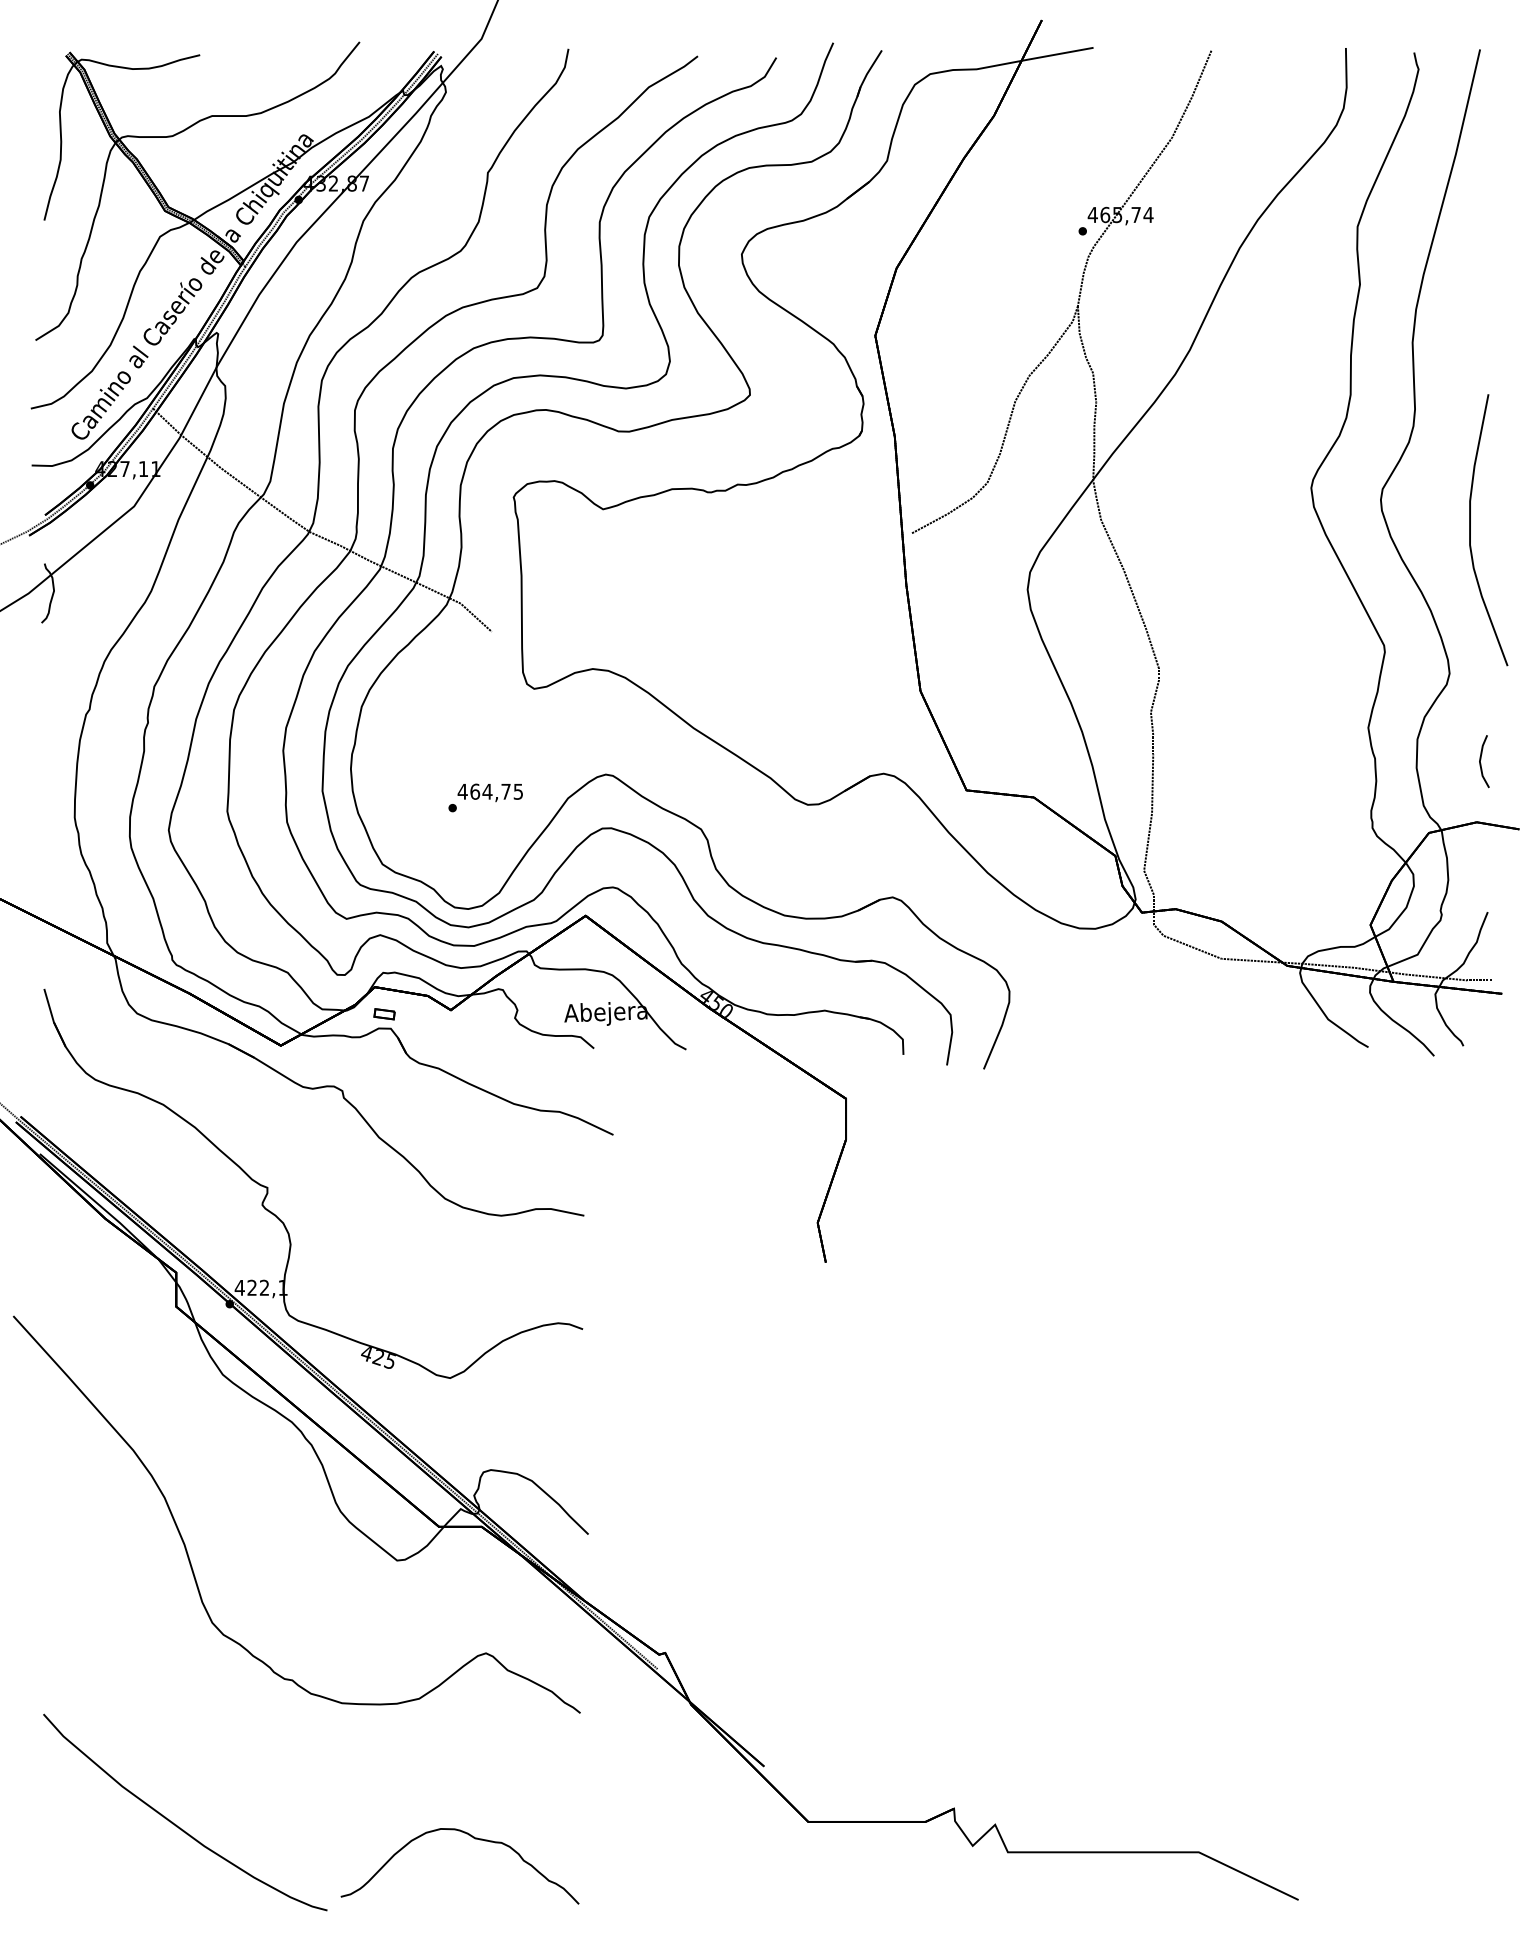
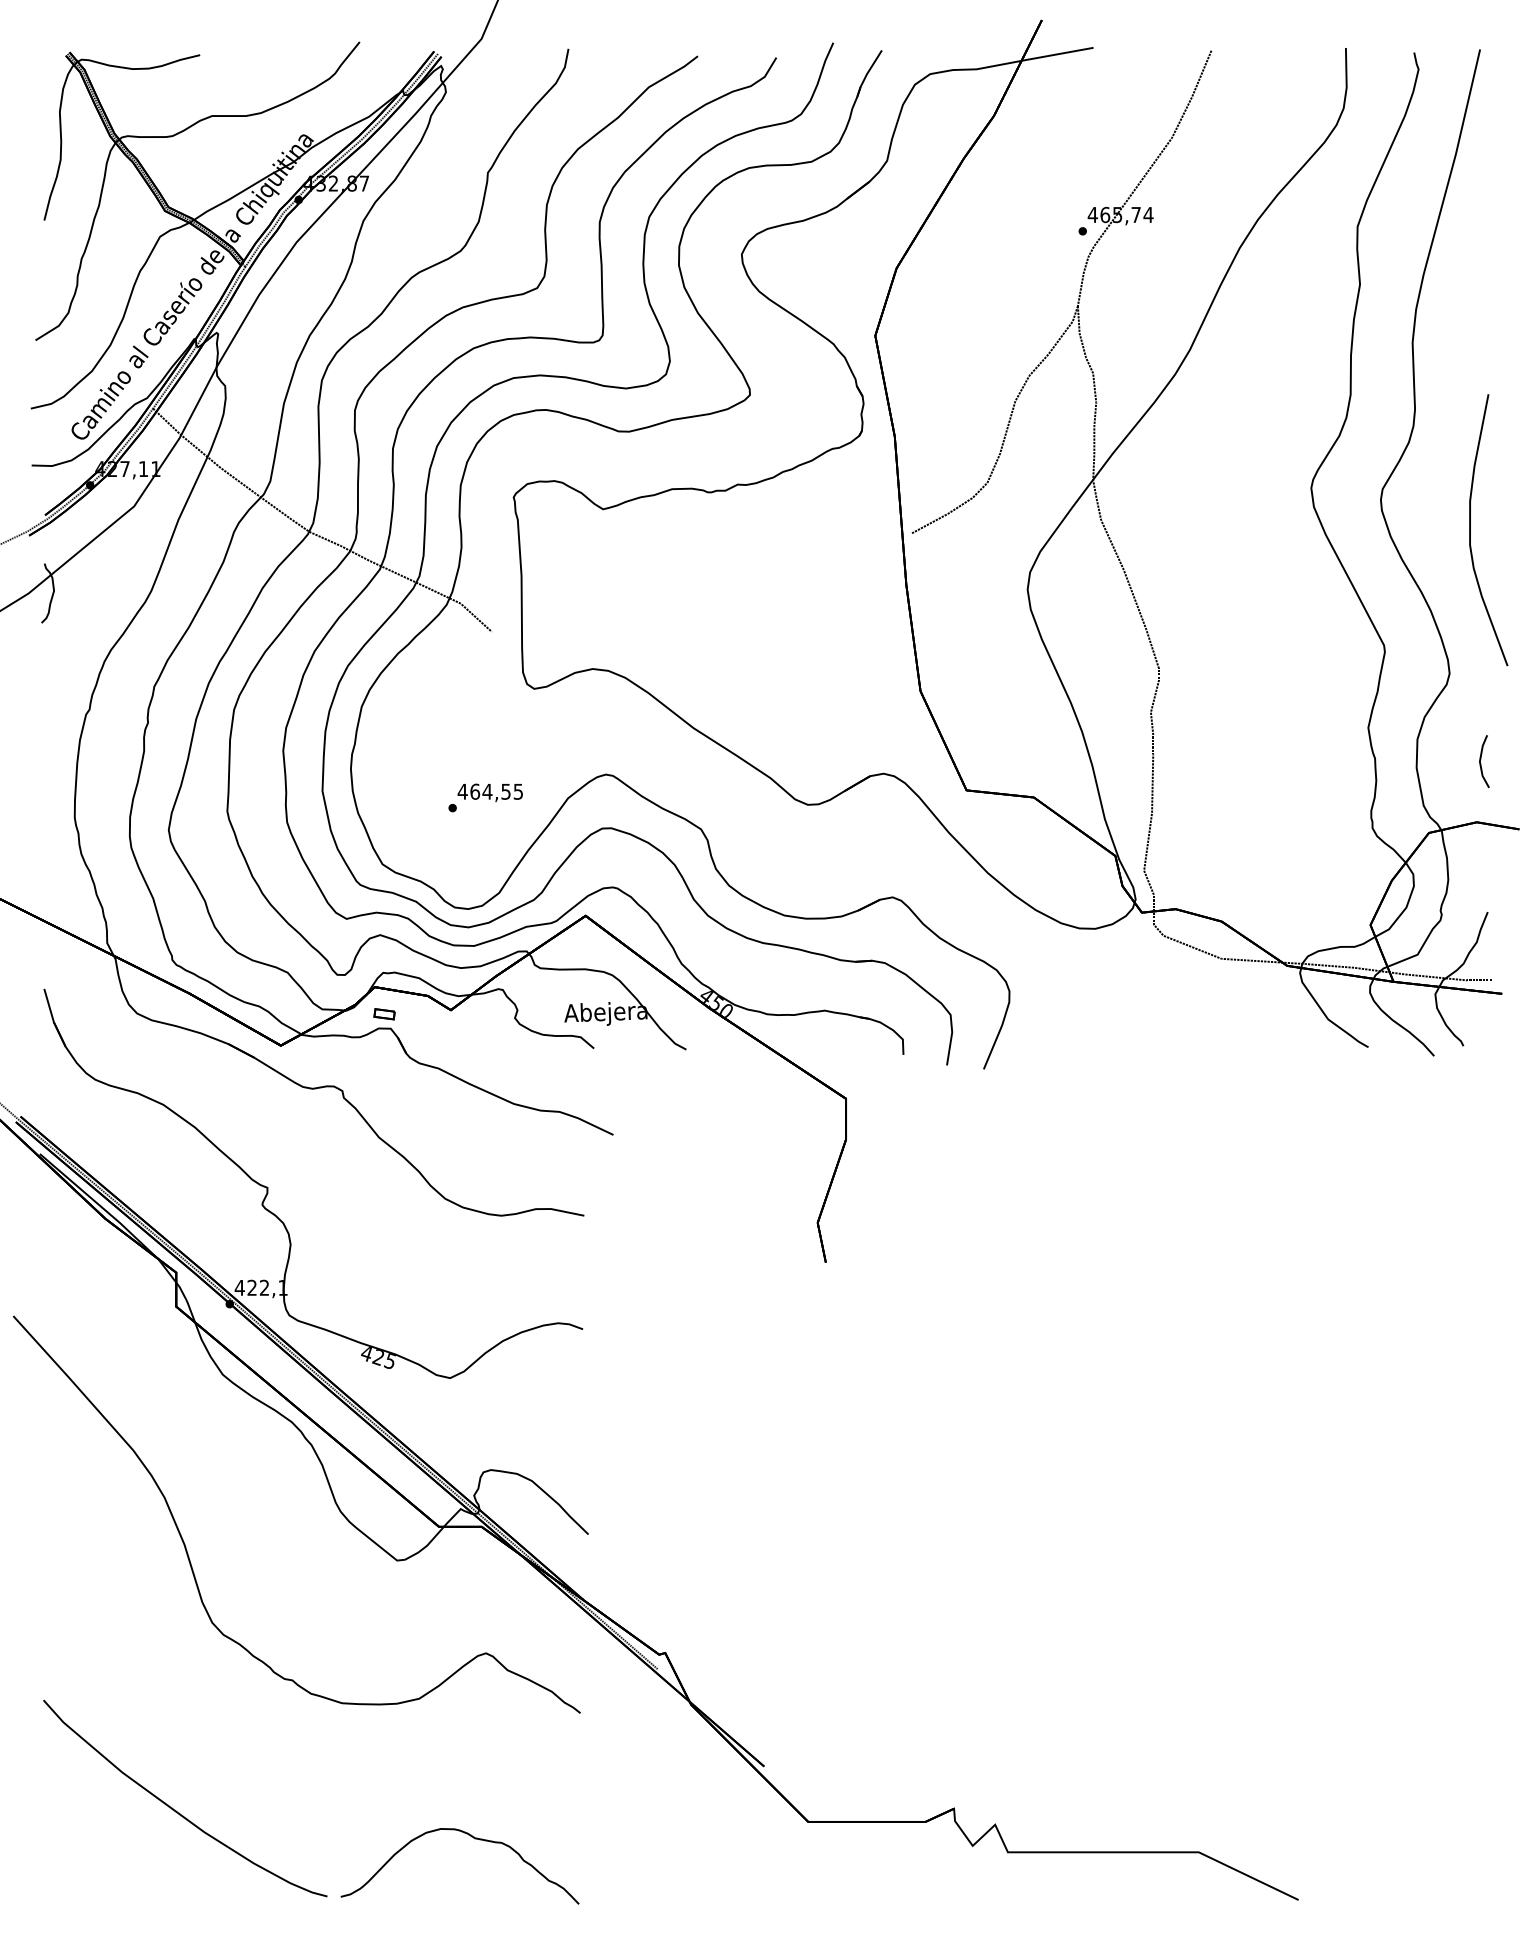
text at (505, 791): 464,75 -> 464,55
curve at (176, 1824) position: (176, 1824) -> (176, 1810)
